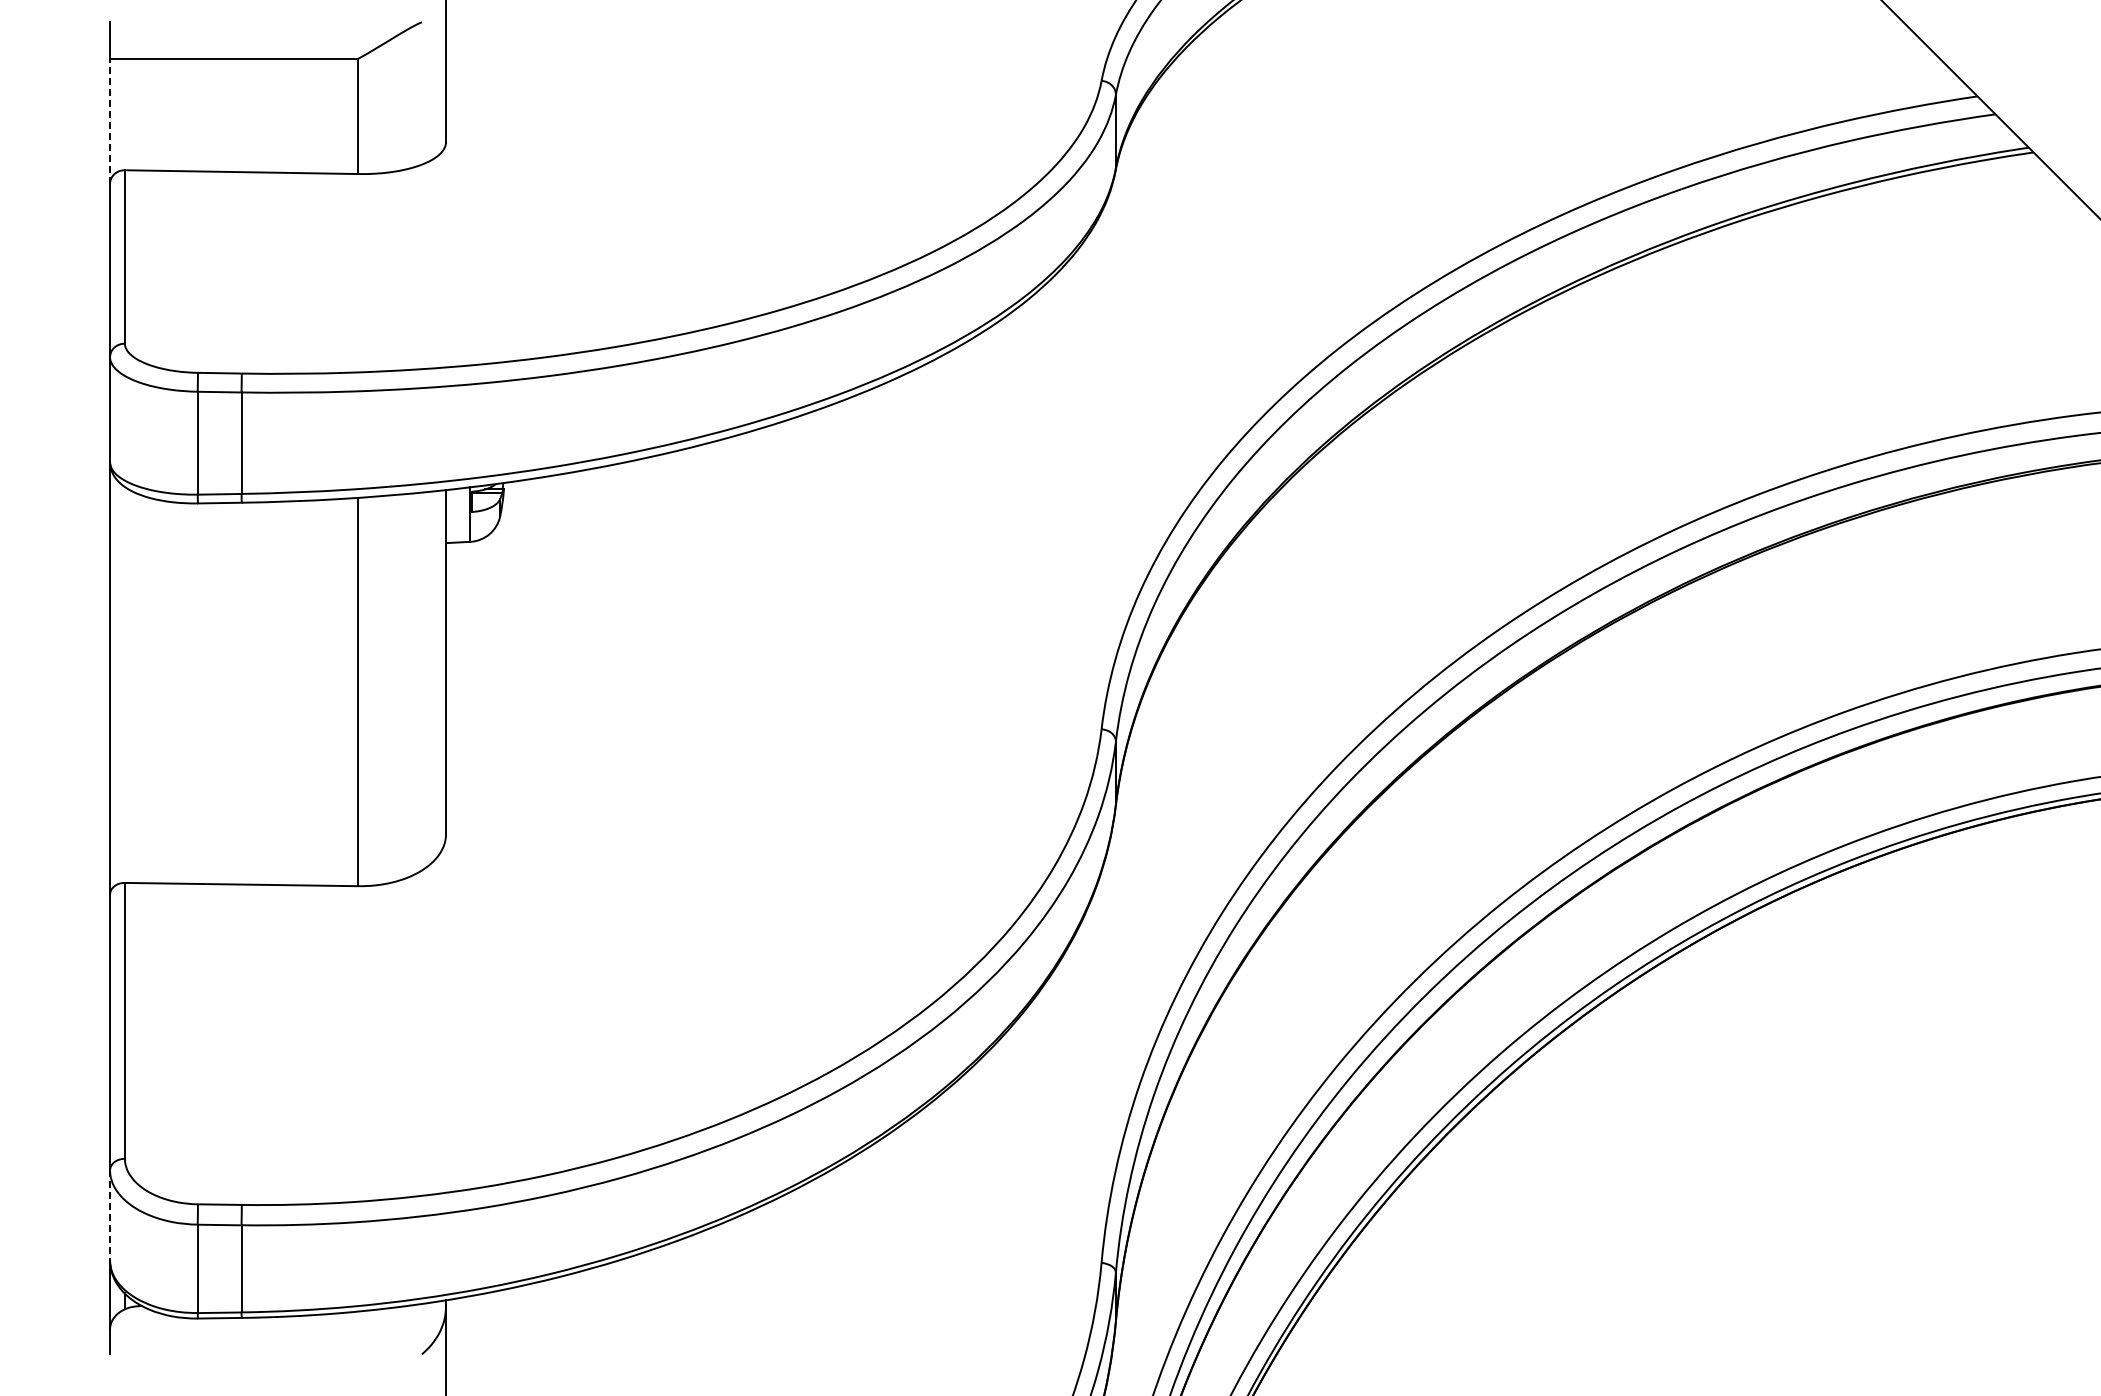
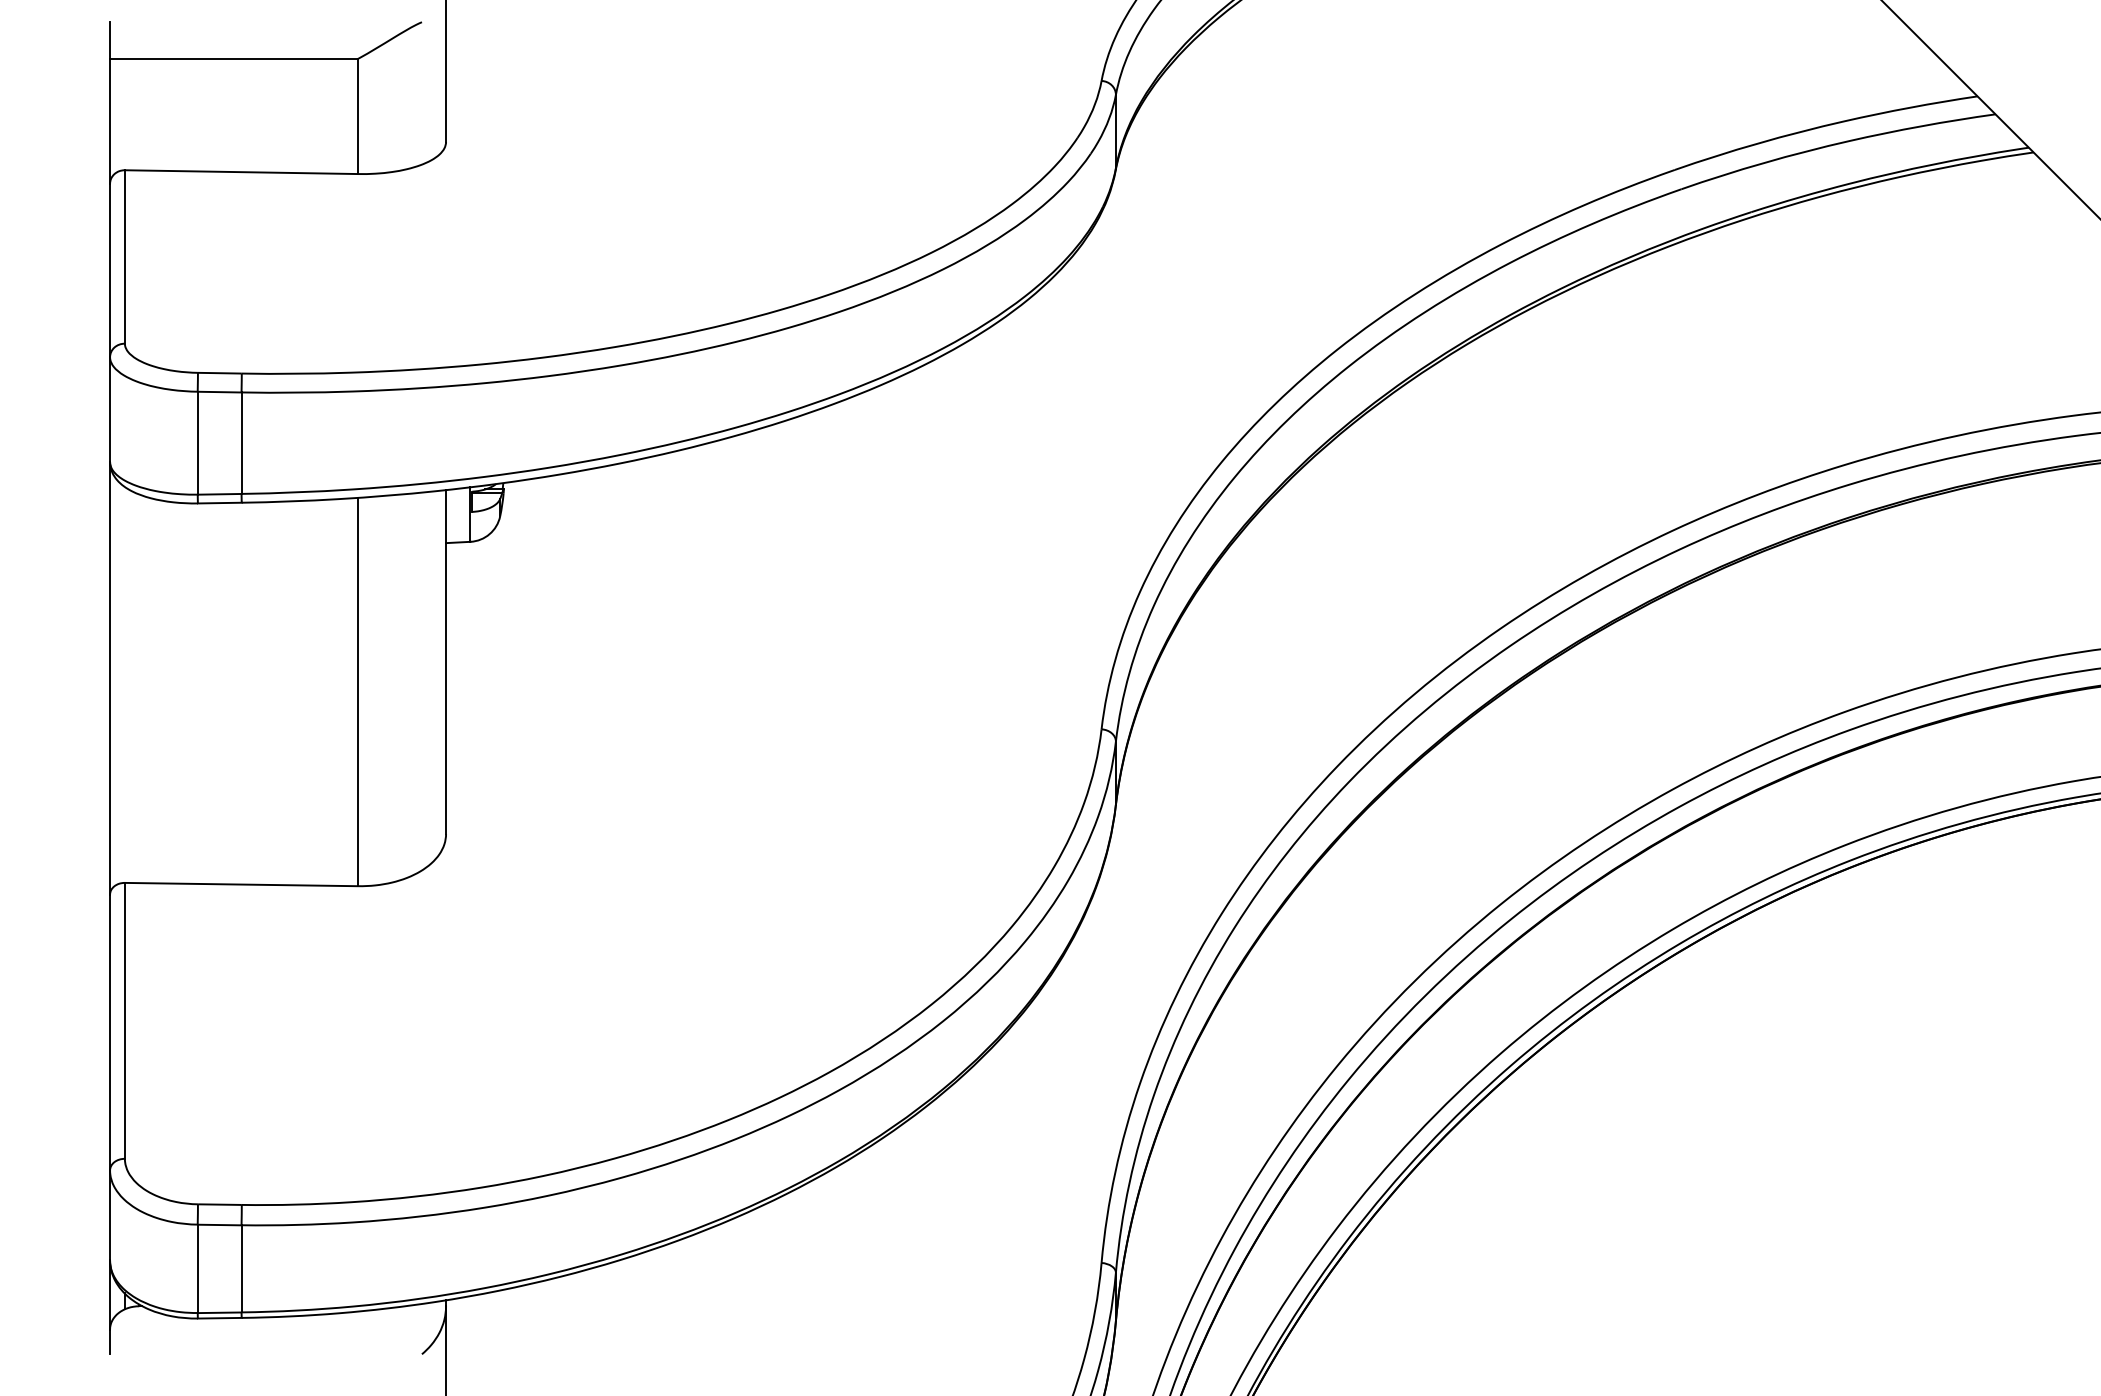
line at (110, 121): dashed -> solid
line at (110, 1215): dashed -> solid
